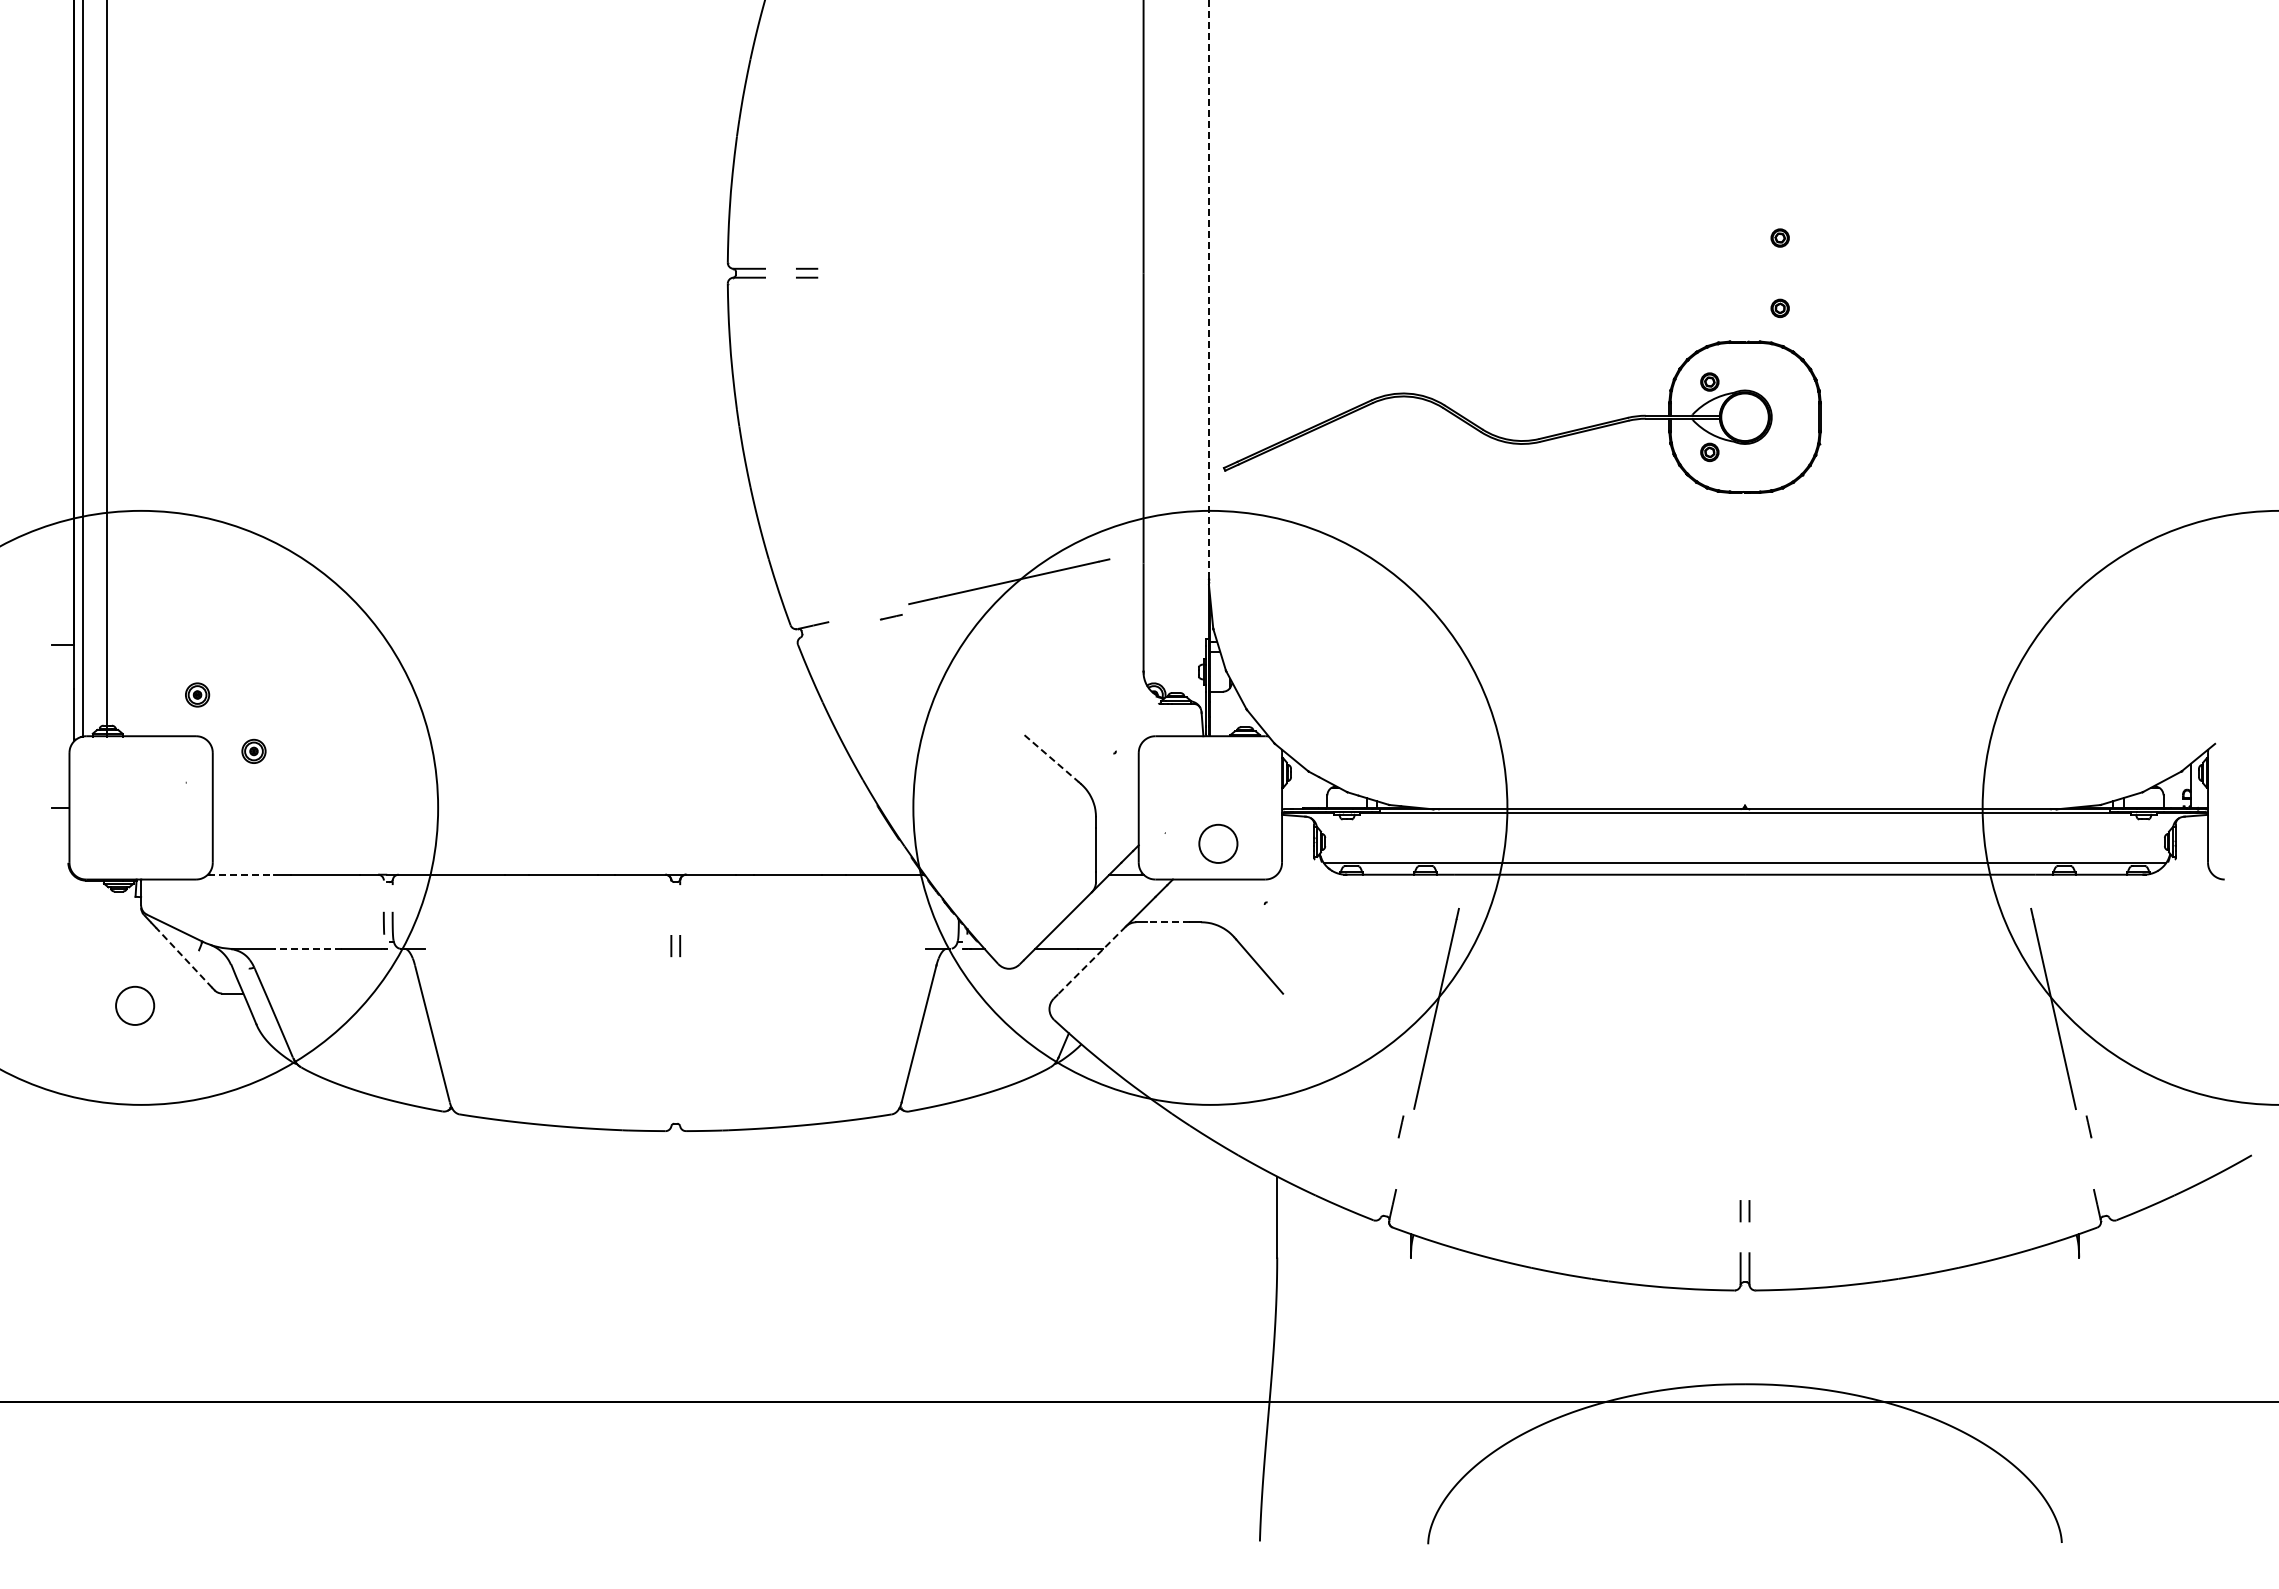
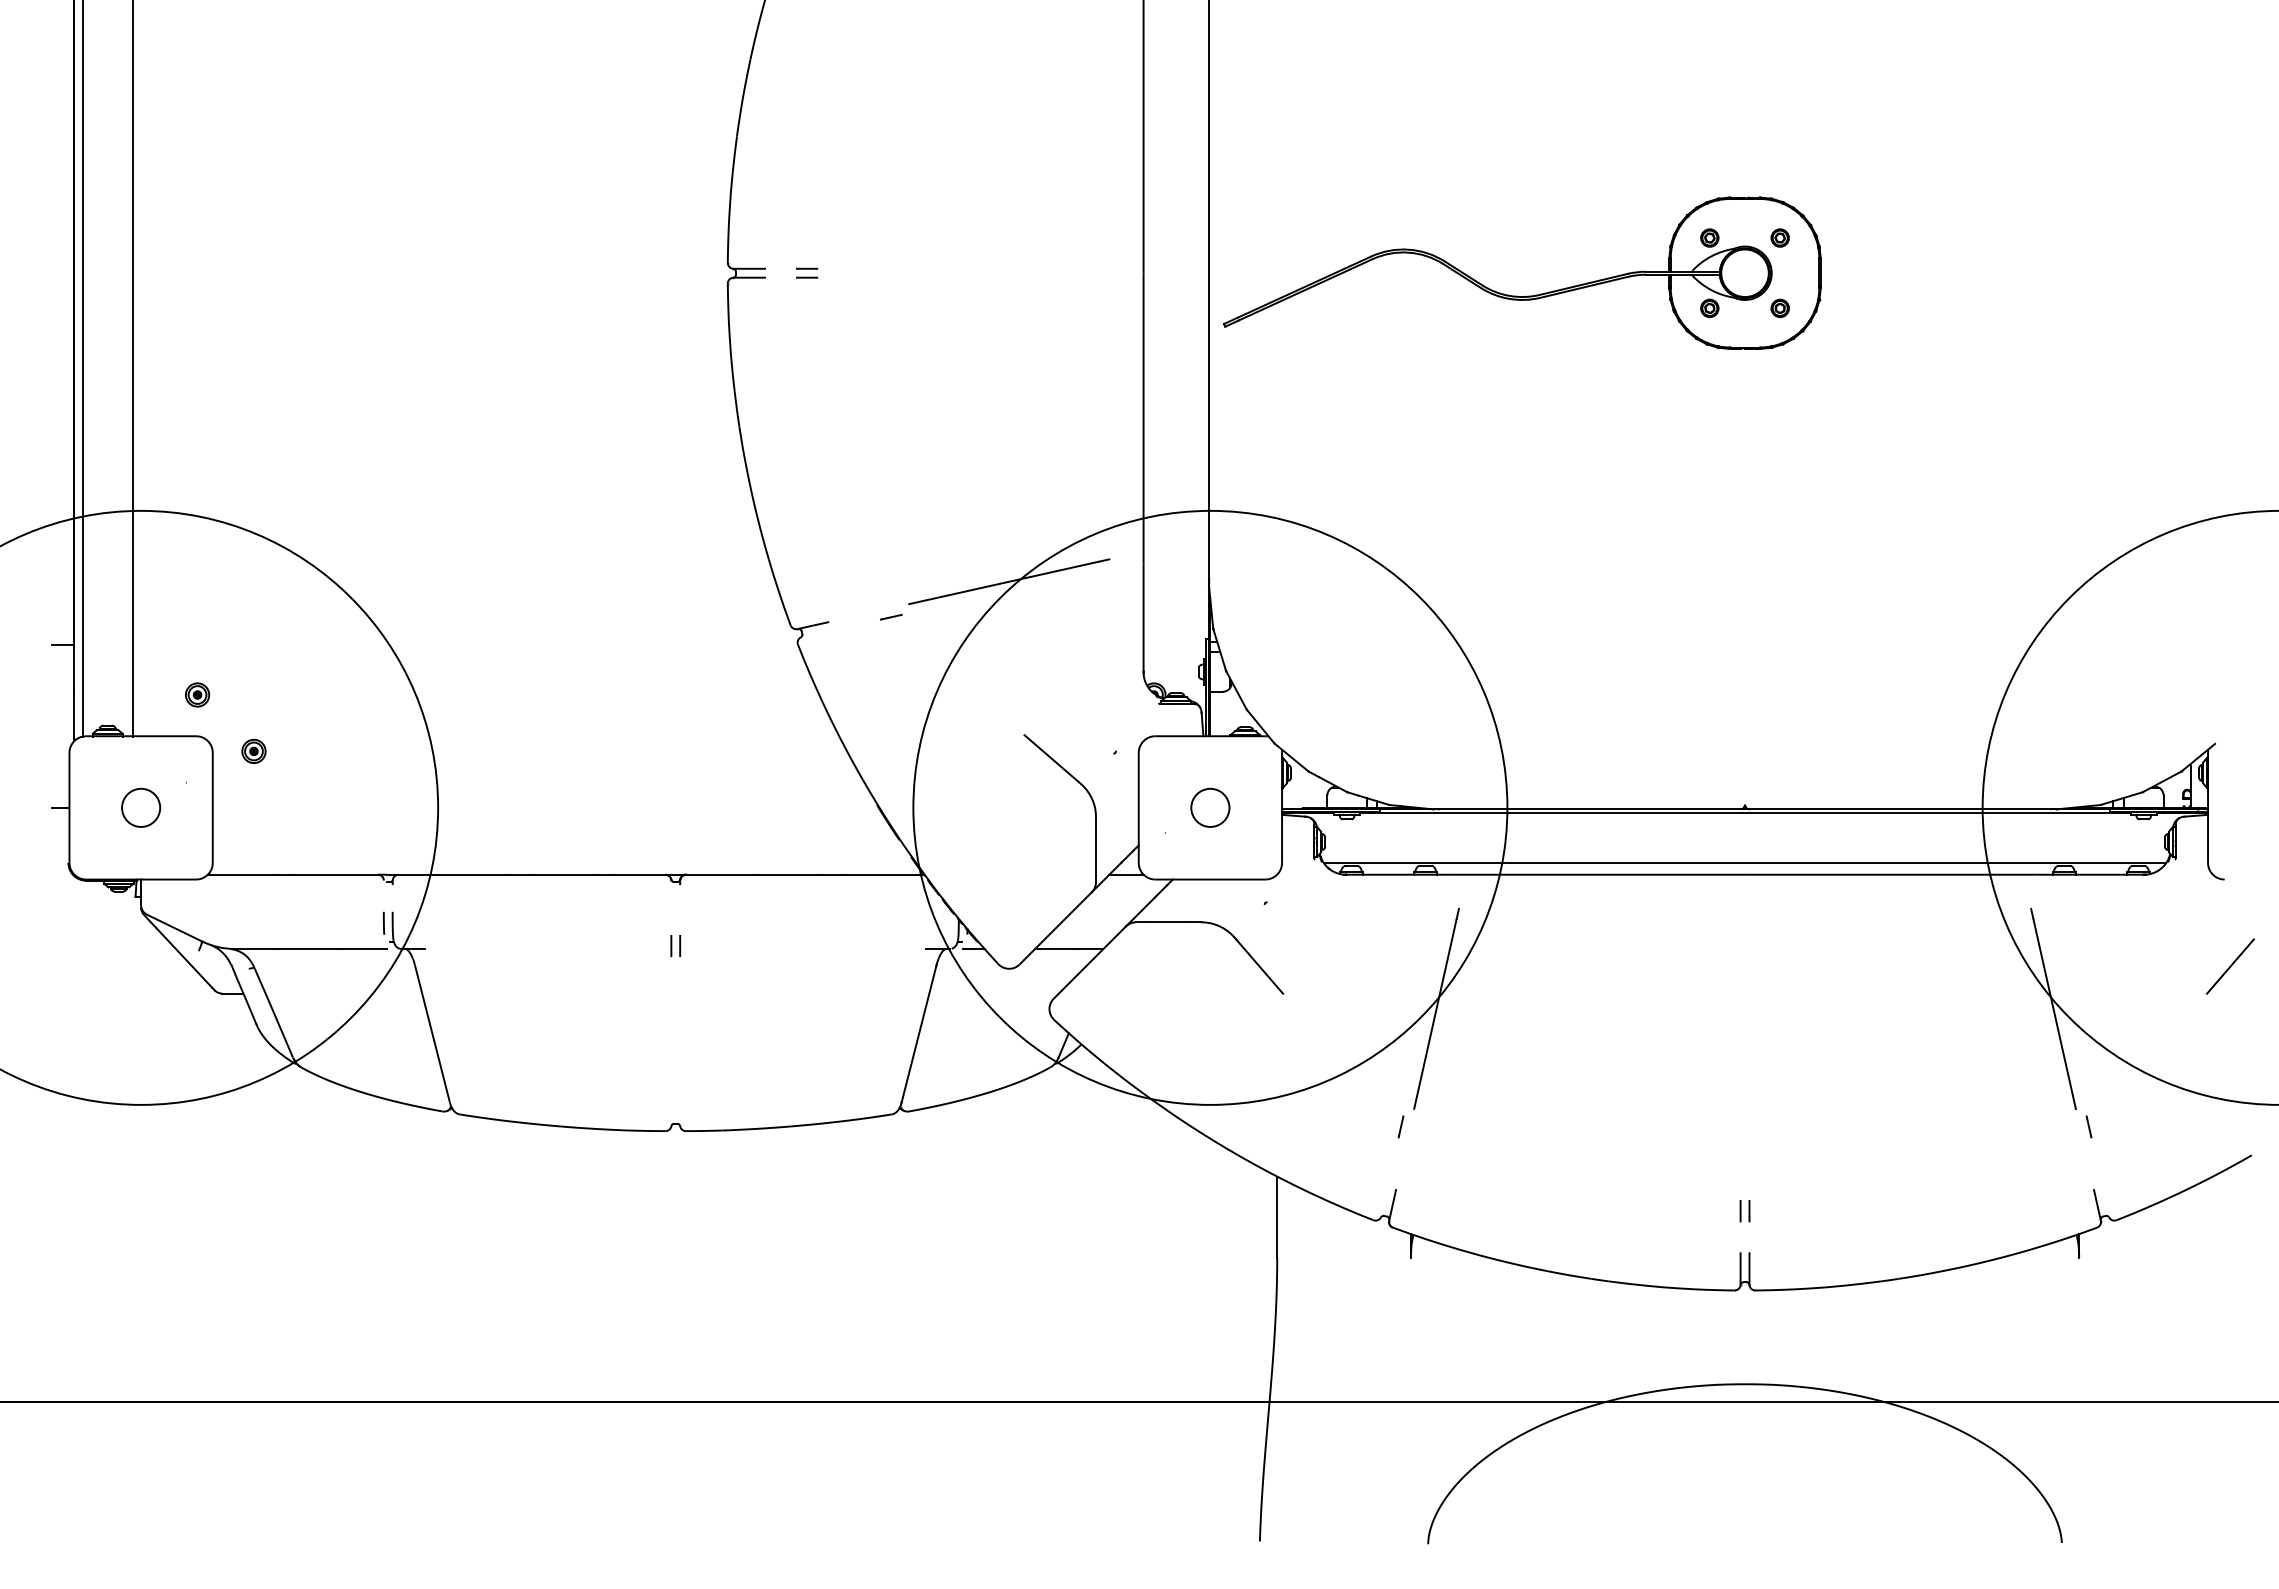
line at (1208, 290): dashed -> solid
line at (106, 369) position: (106, 369) -> (132, 369)
part at (1517, 439) position: (1517, 439) -> (1517, 295)
line at (1051, 758): dashed -> solid
circle at (1218, 843) position: (1218, 843) -> (1210, 807)
line at (240, 874): dashed -> solid
line at (1168, 922): dashed -> solid
line at (307, 948): dashed -> solid
line at (183, 957): dashed -> solid
line at (1092, 960): dashed -> solid
line at (2229, 966): none -> present
circle at (135, 1005) position: (135, 1005) -> (141, 807)
